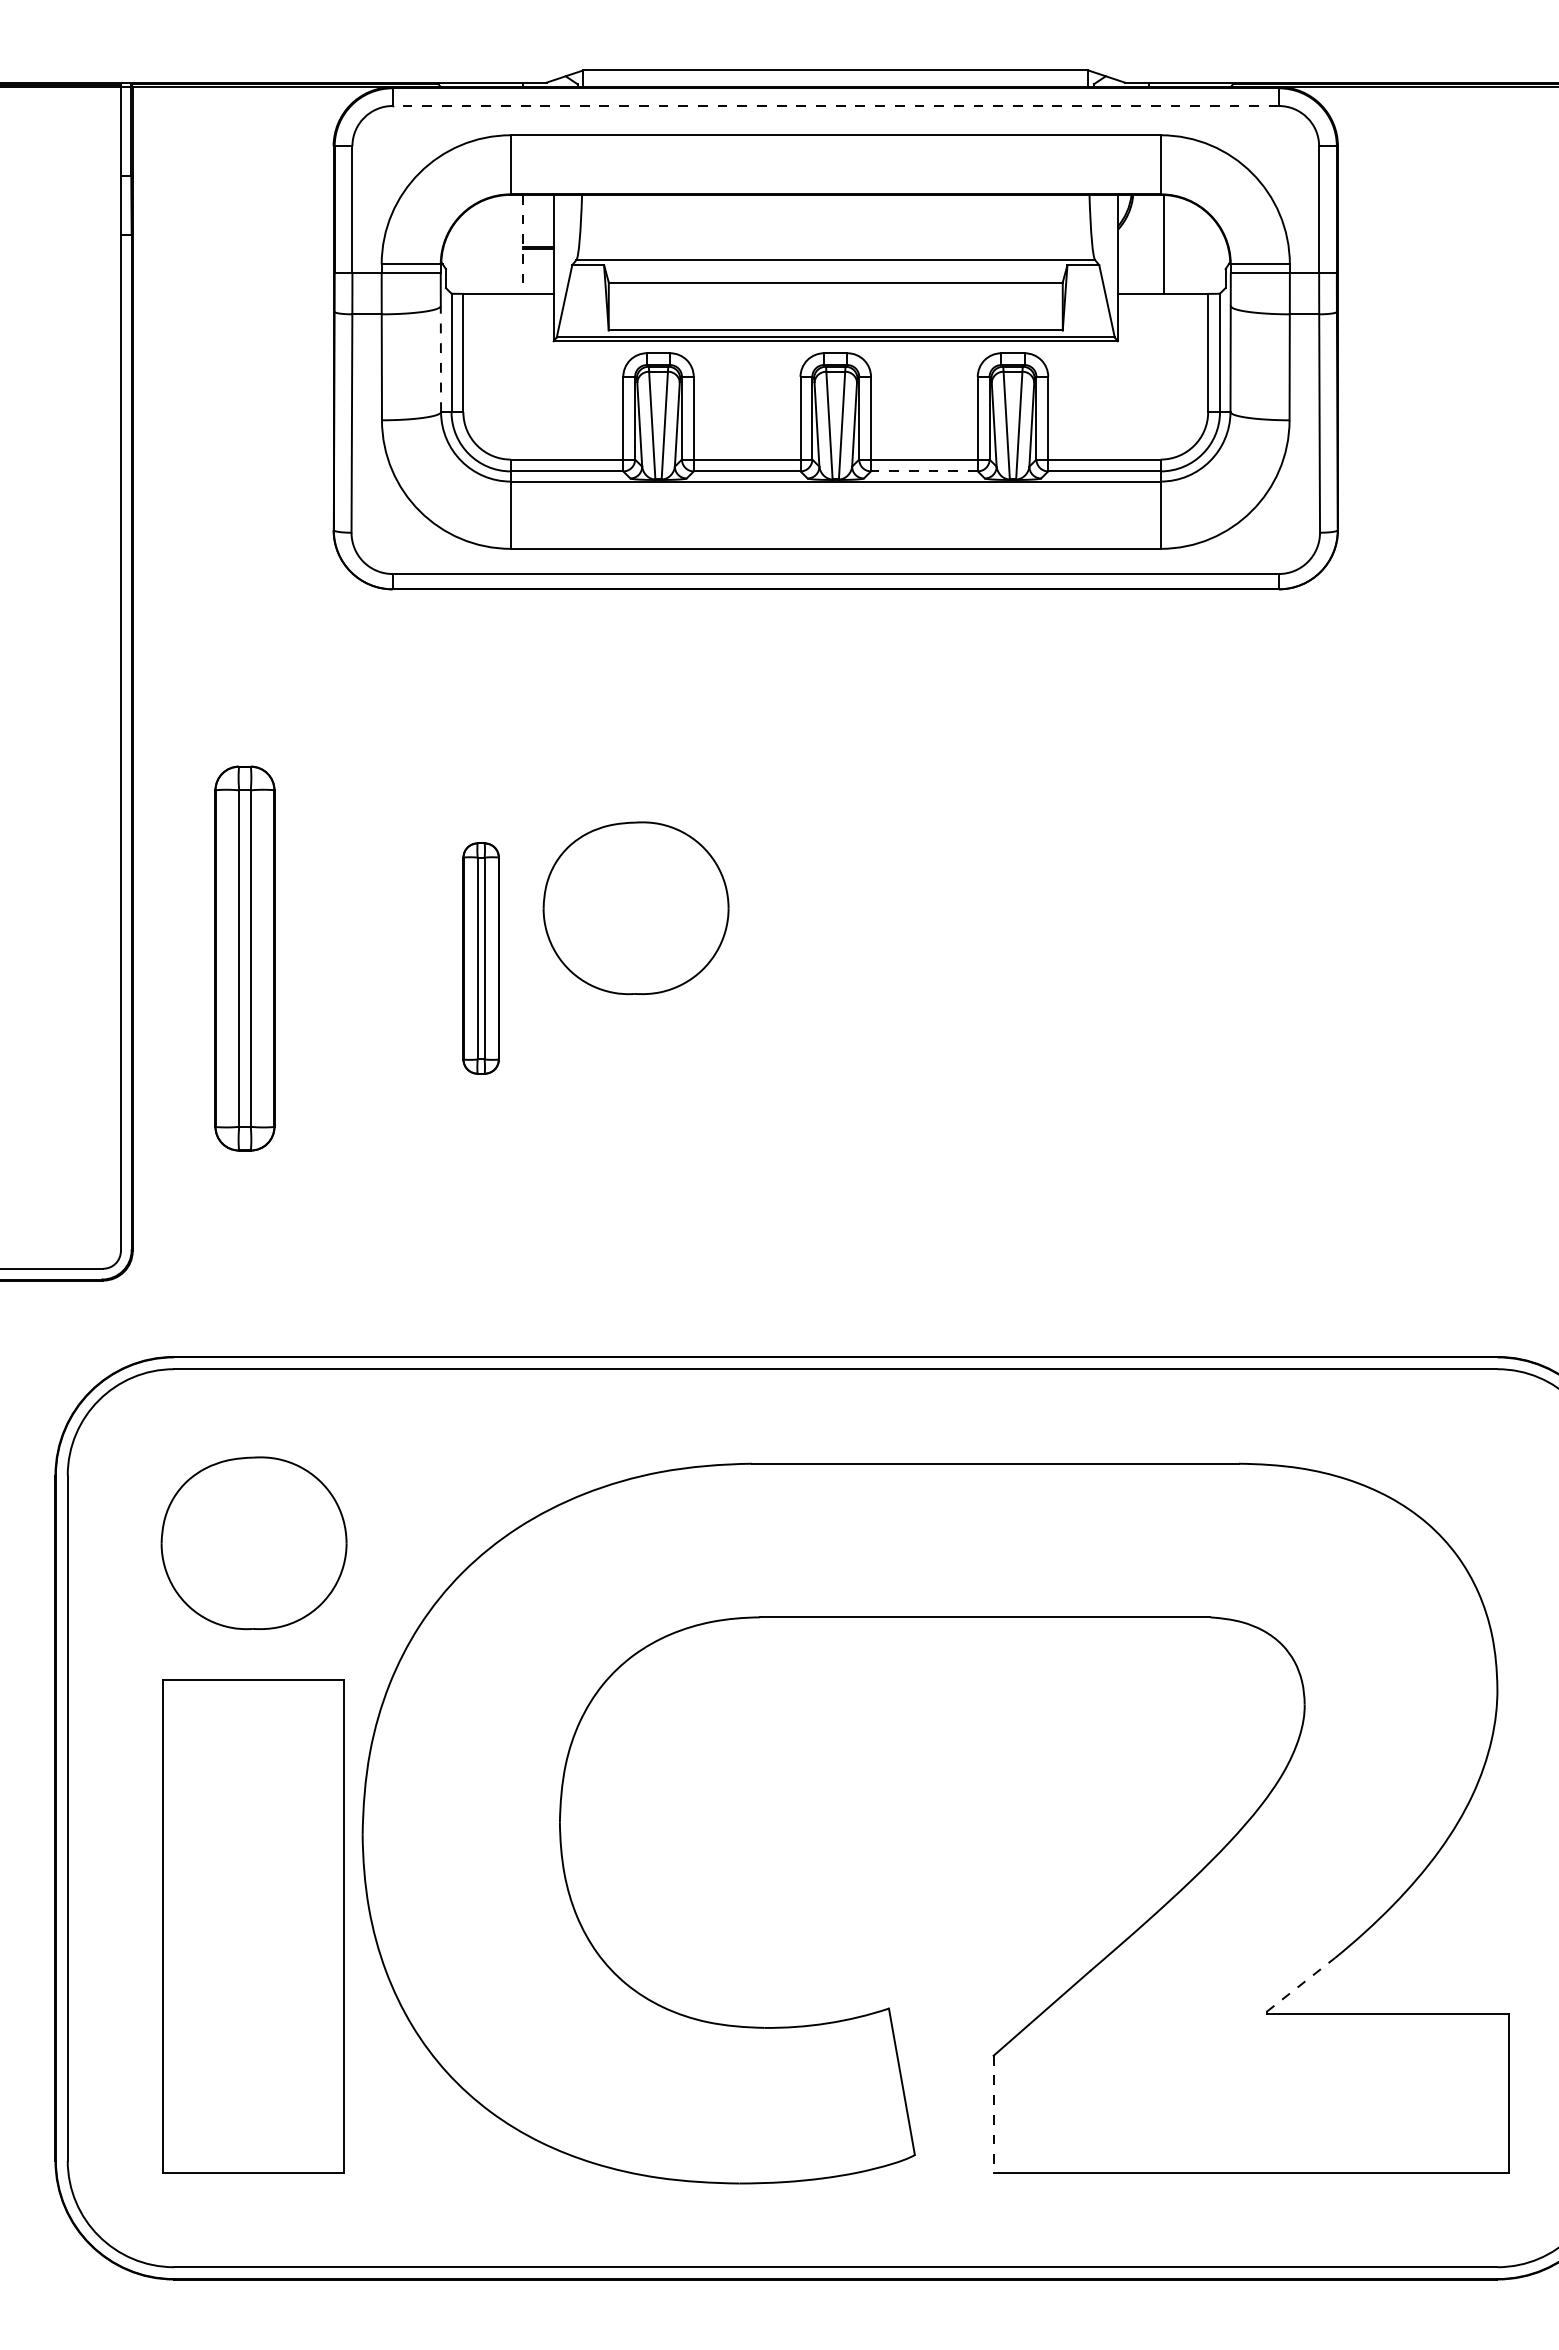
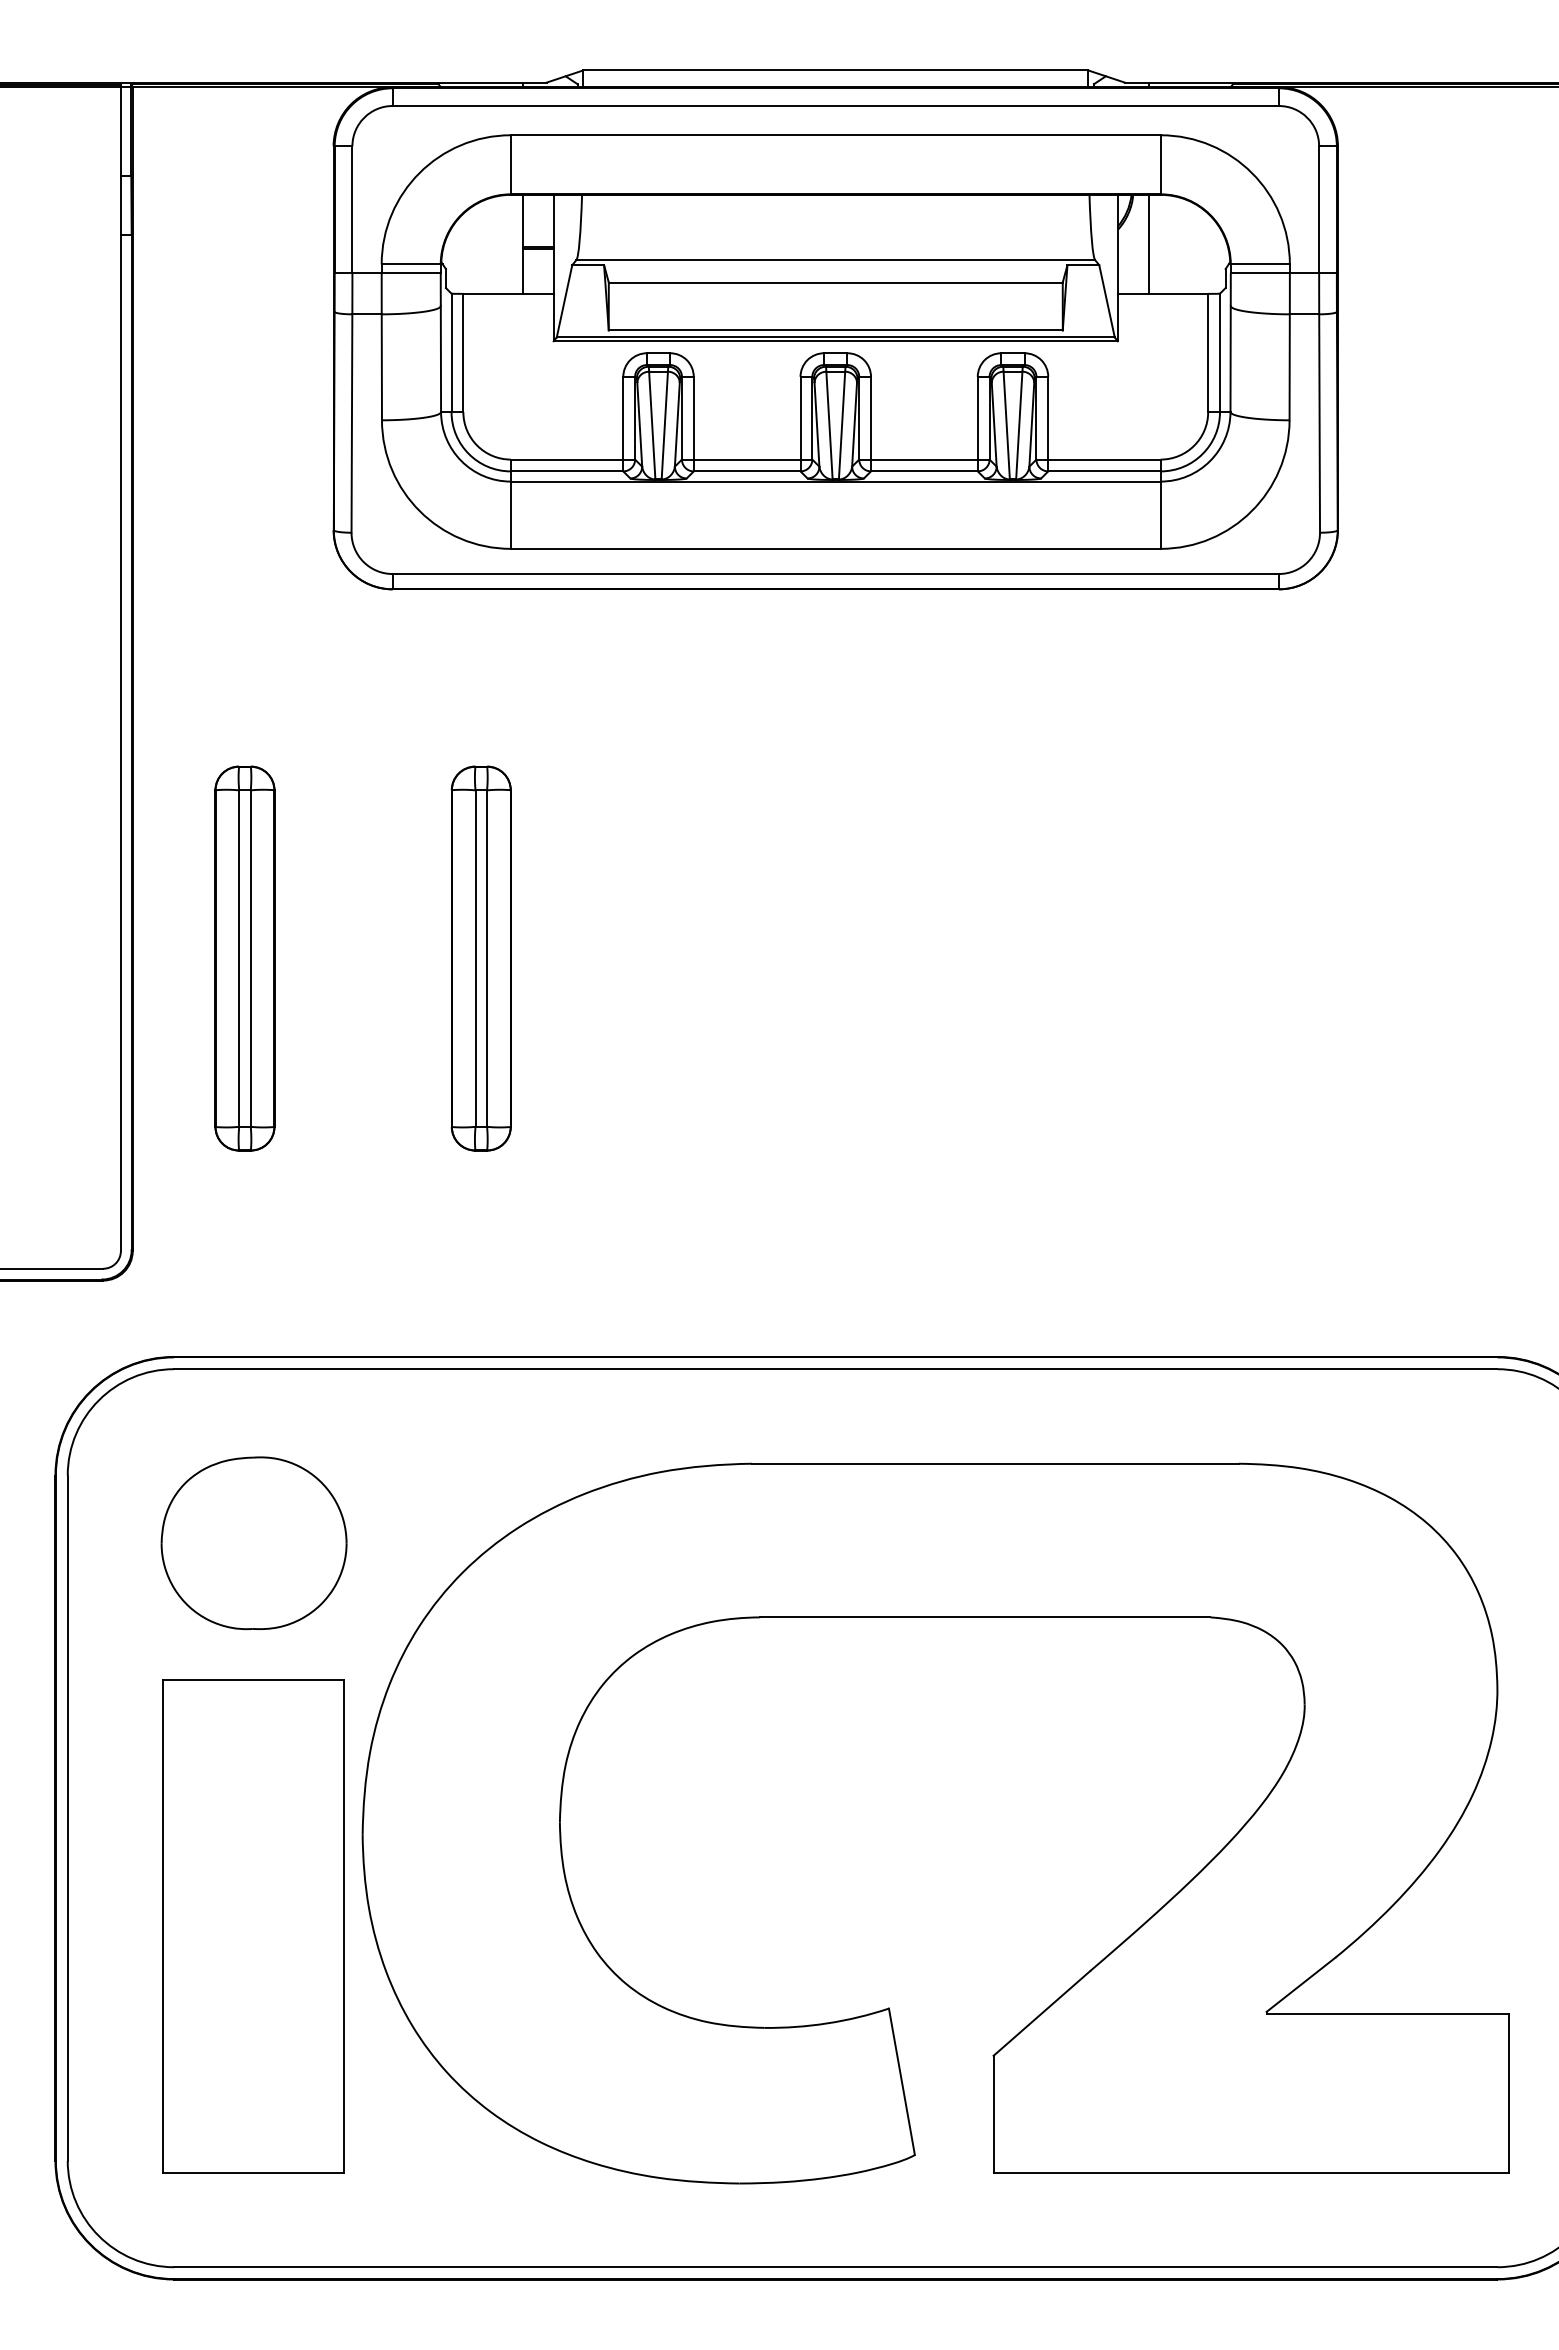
line at (835, 106): dashed -> solid
line at (1163, 243) position: (1163, 243) -> (1148, 243)
line at (522, 244): dashed -> solid
line at (440, 359): dashed -> solid
line at (923, 471): dashed -> solid
part at (635, 908): present -> none
part at (480, 958) size: 38x233 px -> 62x387 px
line at (1300, 1984): dashed -> solid
line at (993, 2114): dashed -> solid
